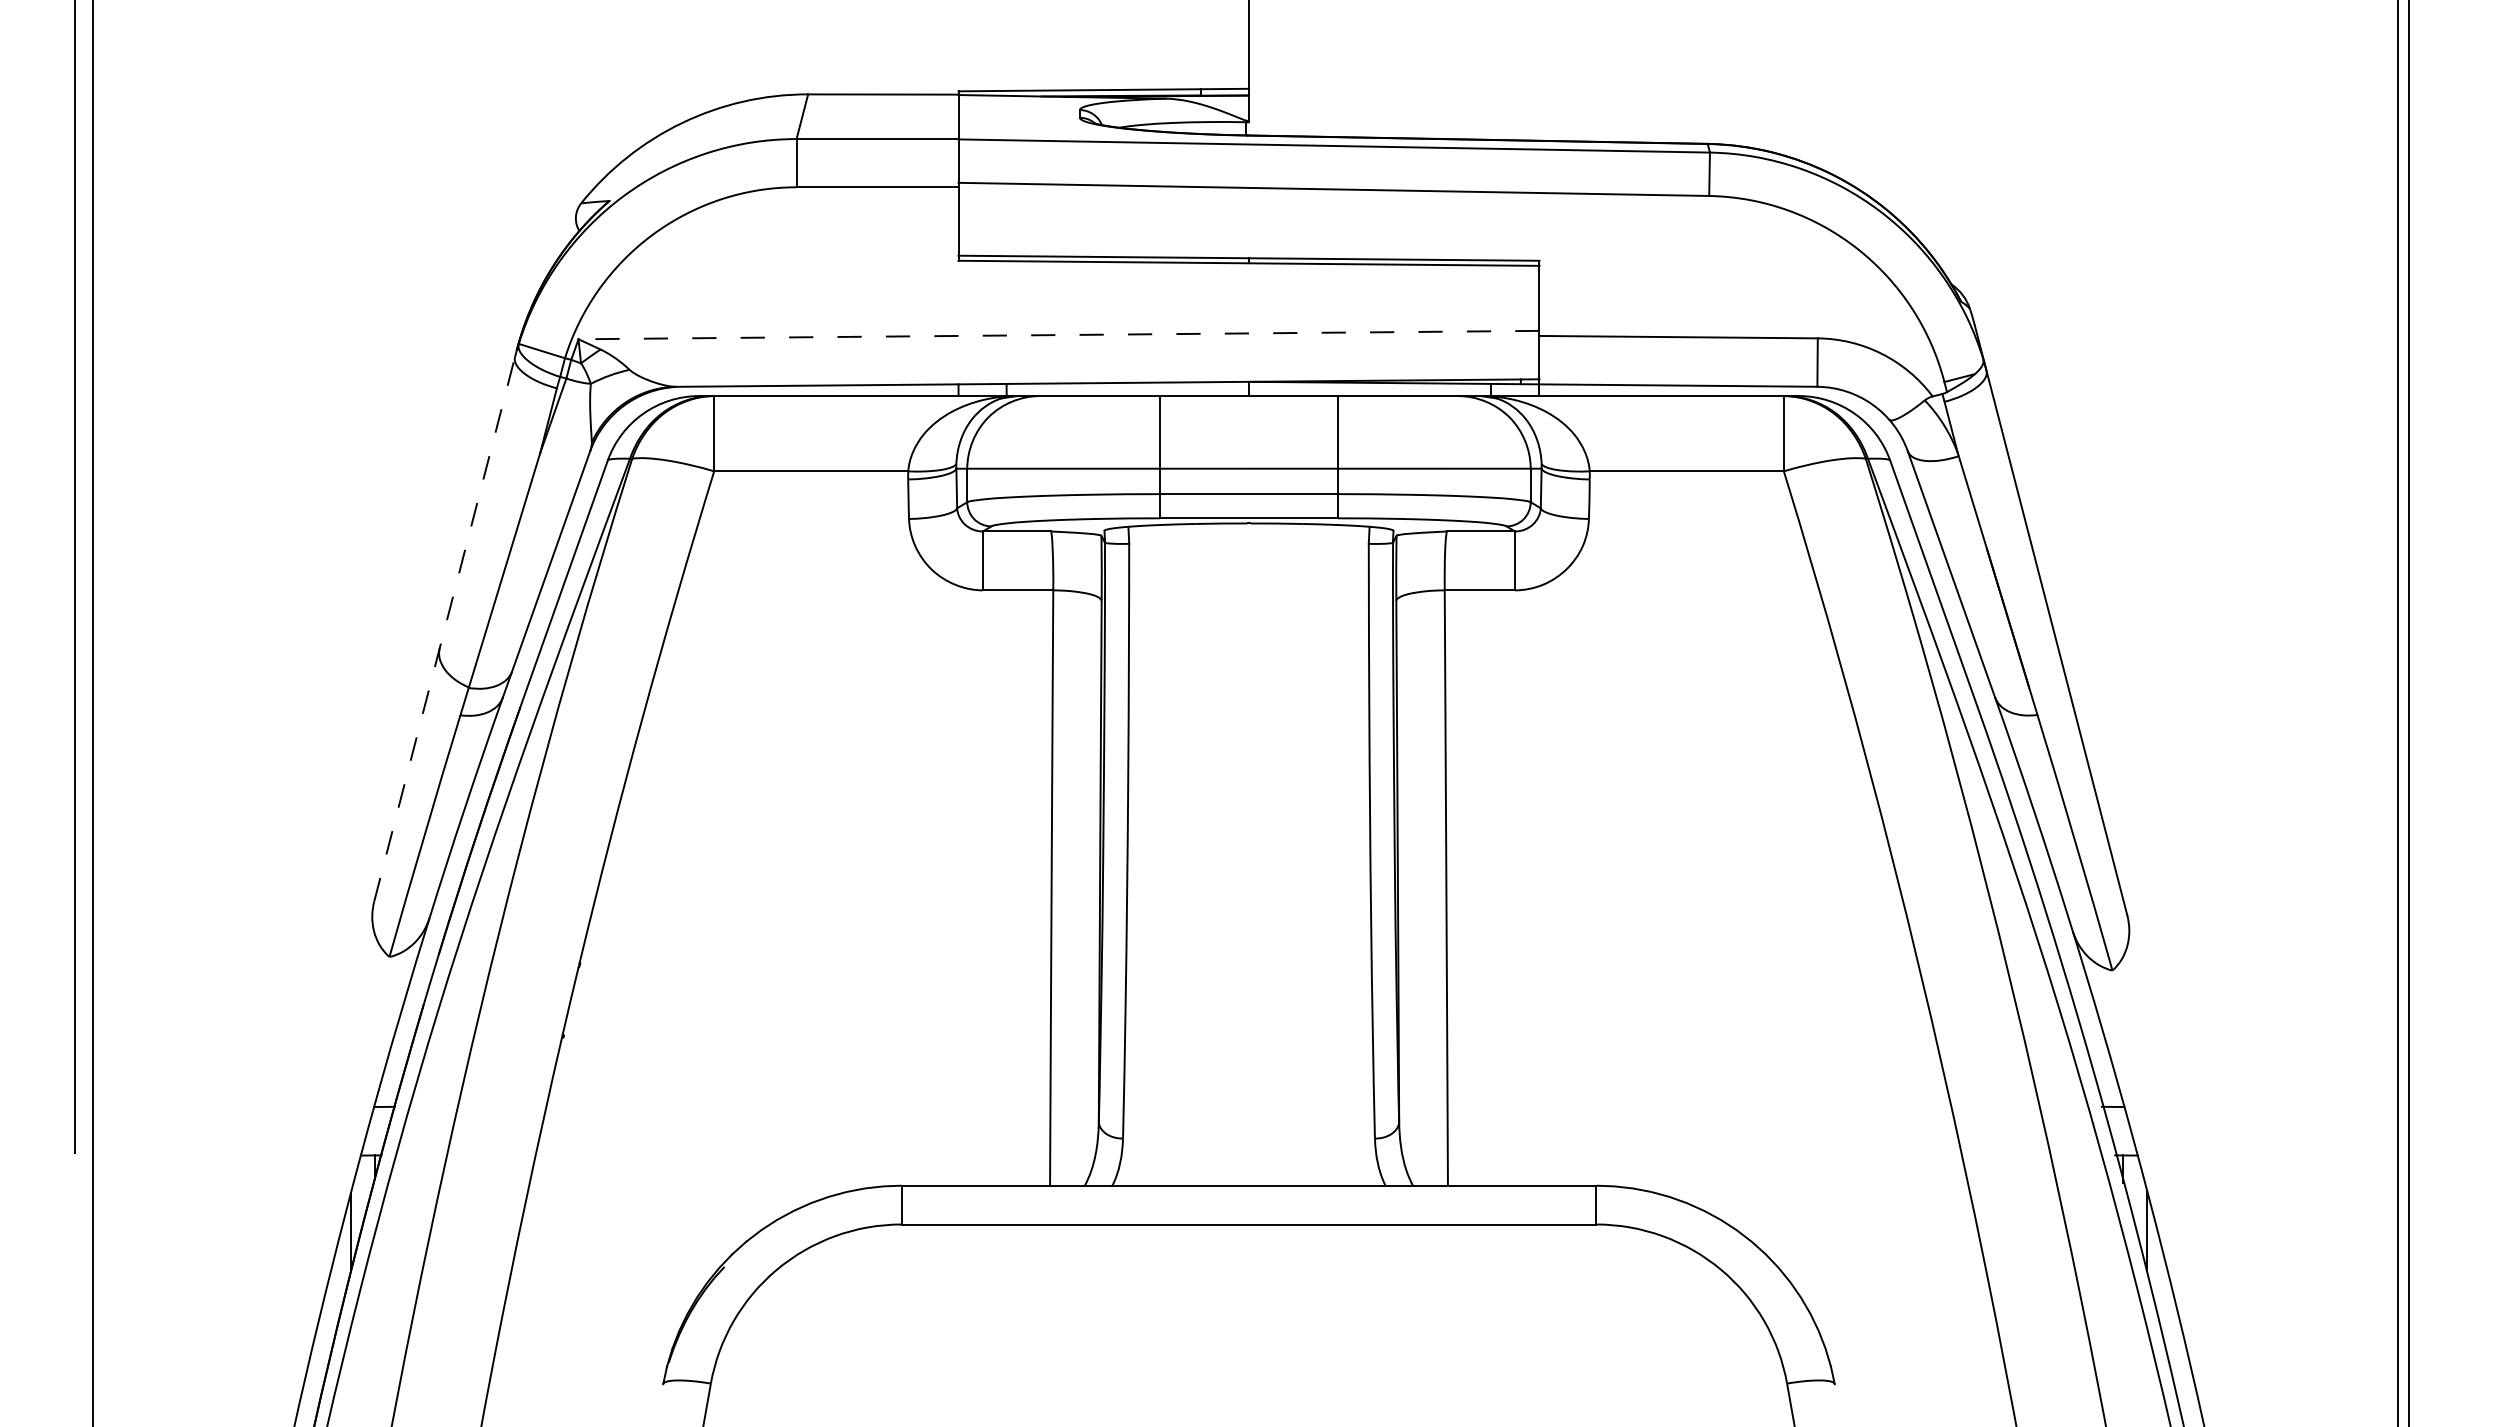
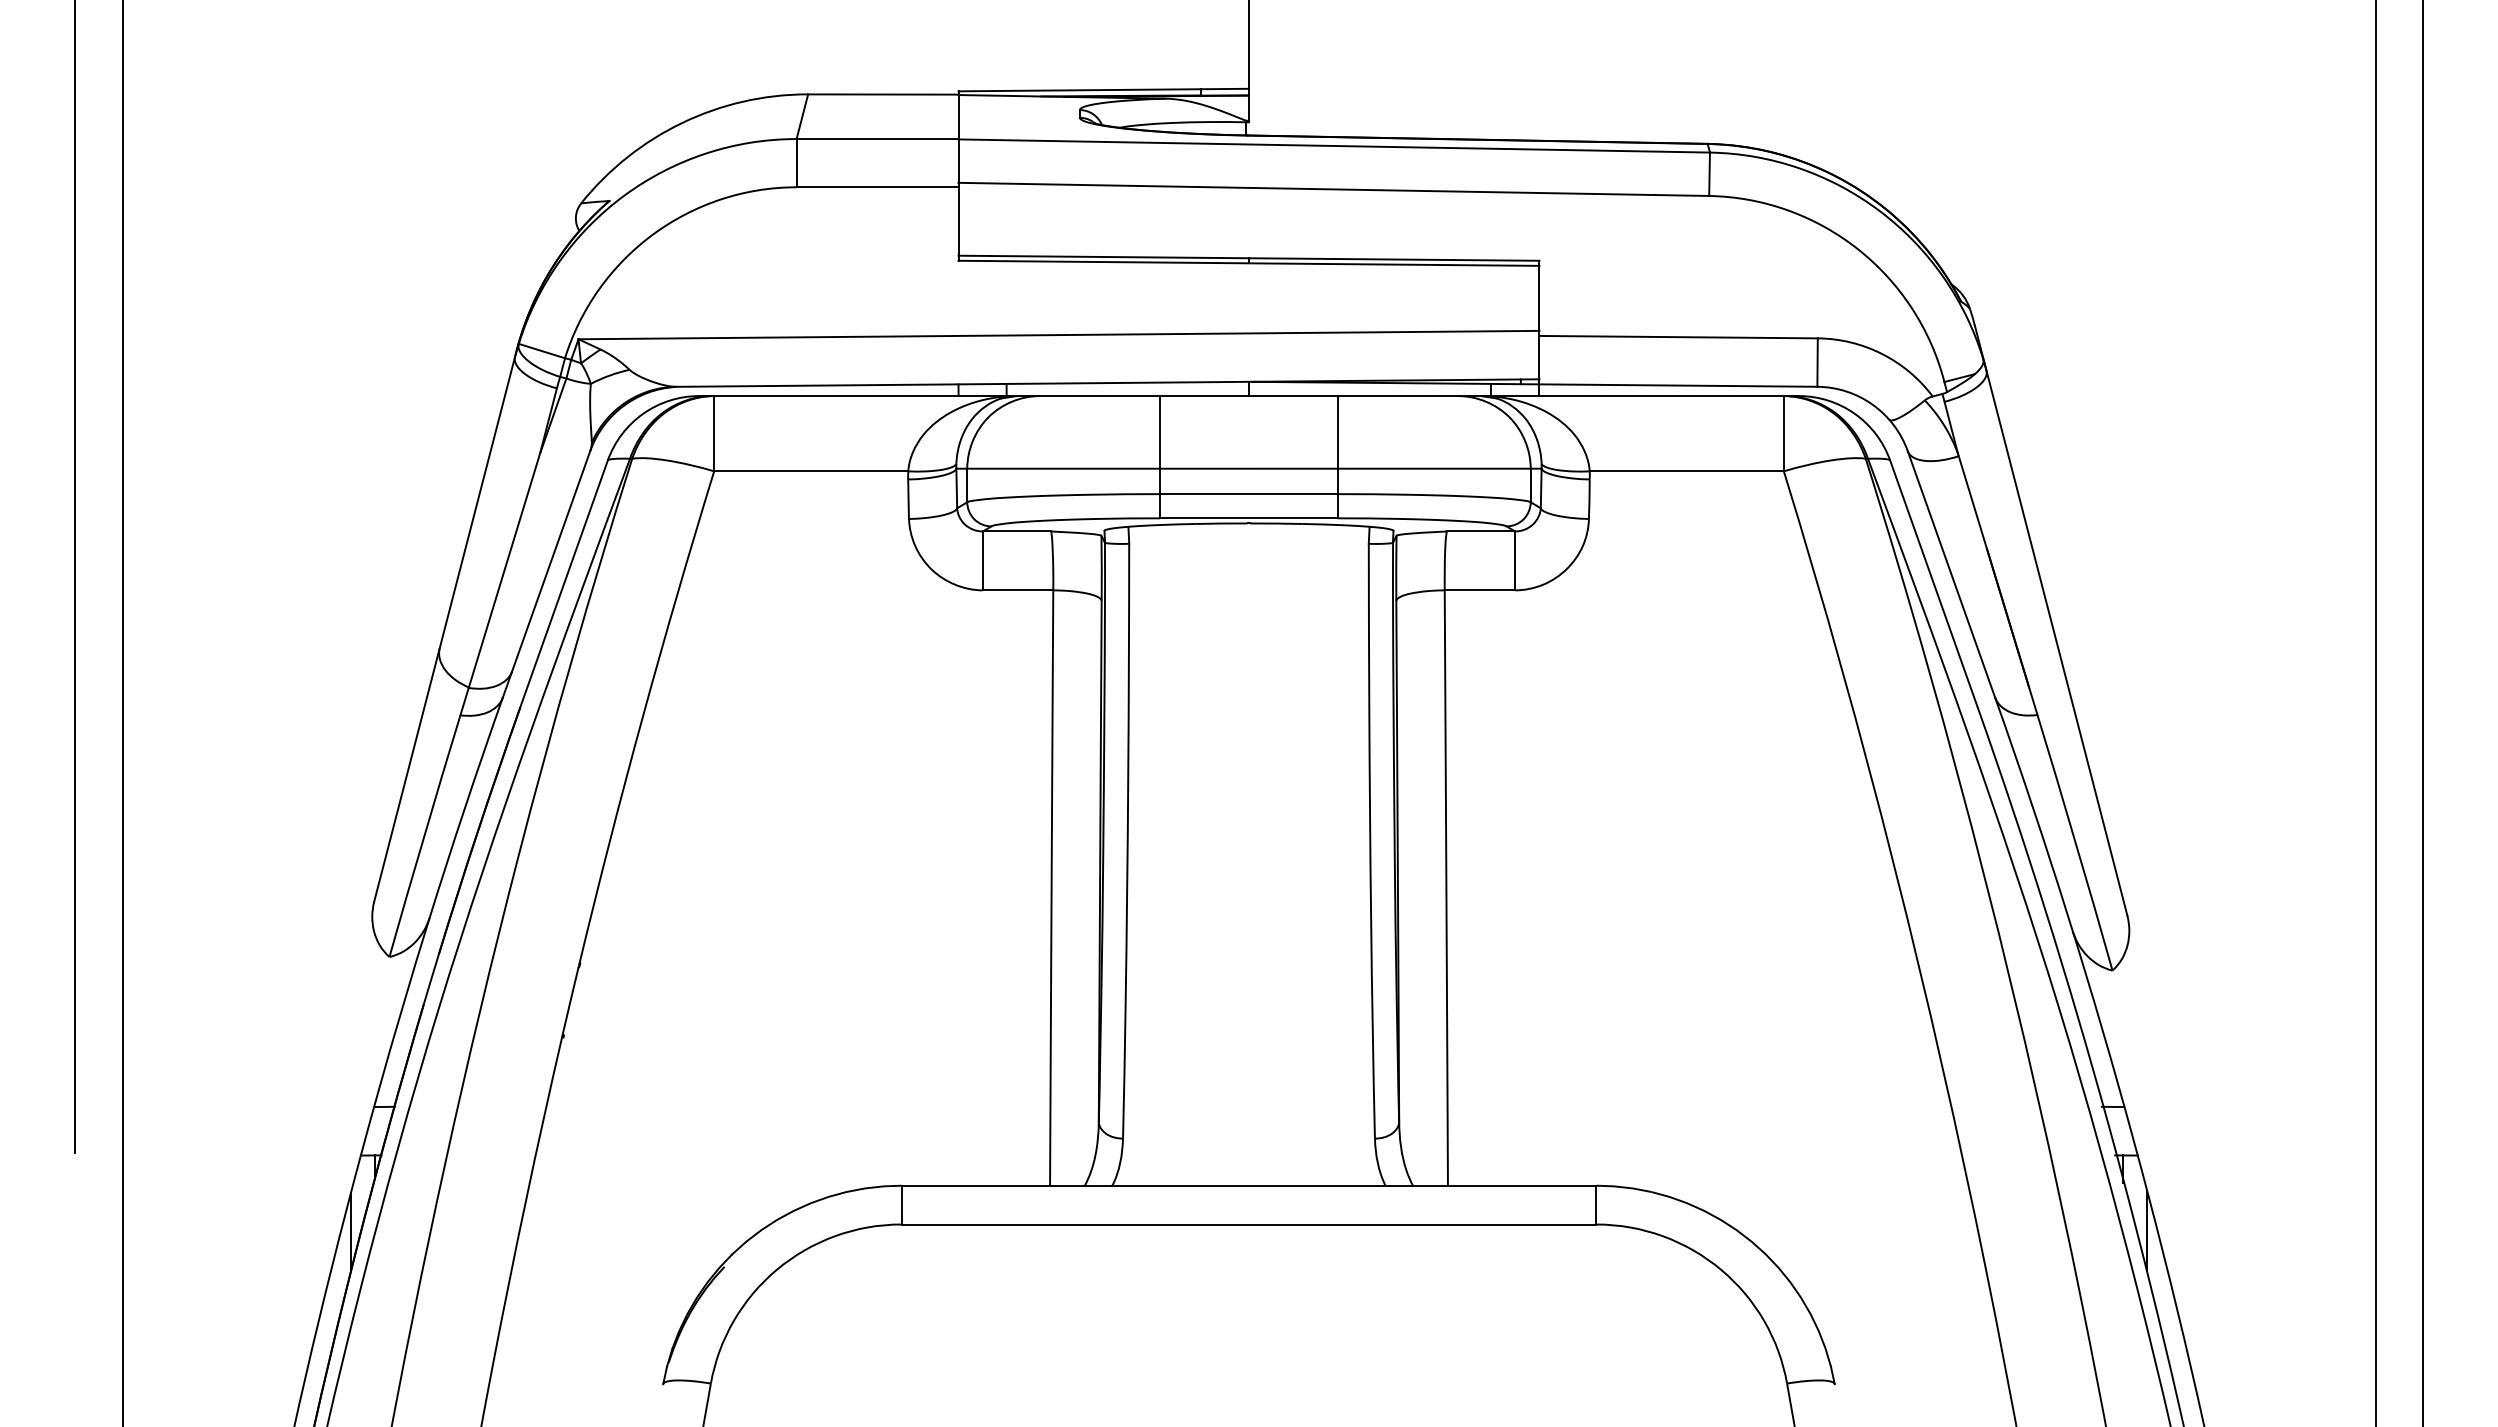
line at (1058, 335): dashed -> solid
line at (445, 625): dashed -> solid
line at (92, 712) position: (92, 712) -> (122, 712)
line at (2398, 712) position: (2398, 712) -> (2423, 712)
line at (2408, 712) position: (2408, 712) -> (2375, 712)
